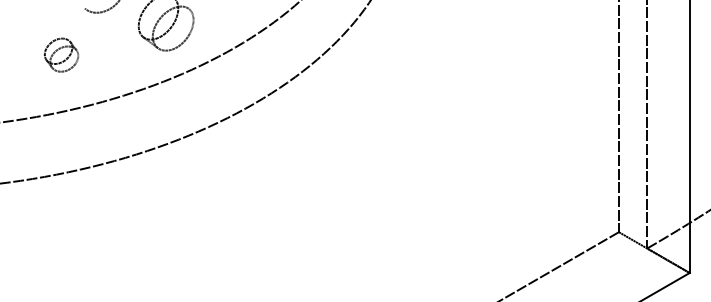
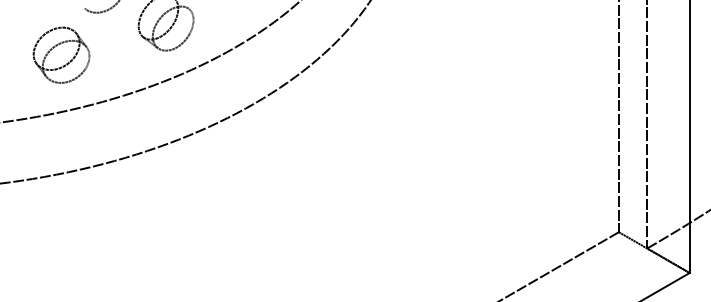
part at (61, 54) size: 36x36 px -> 59x58 px
